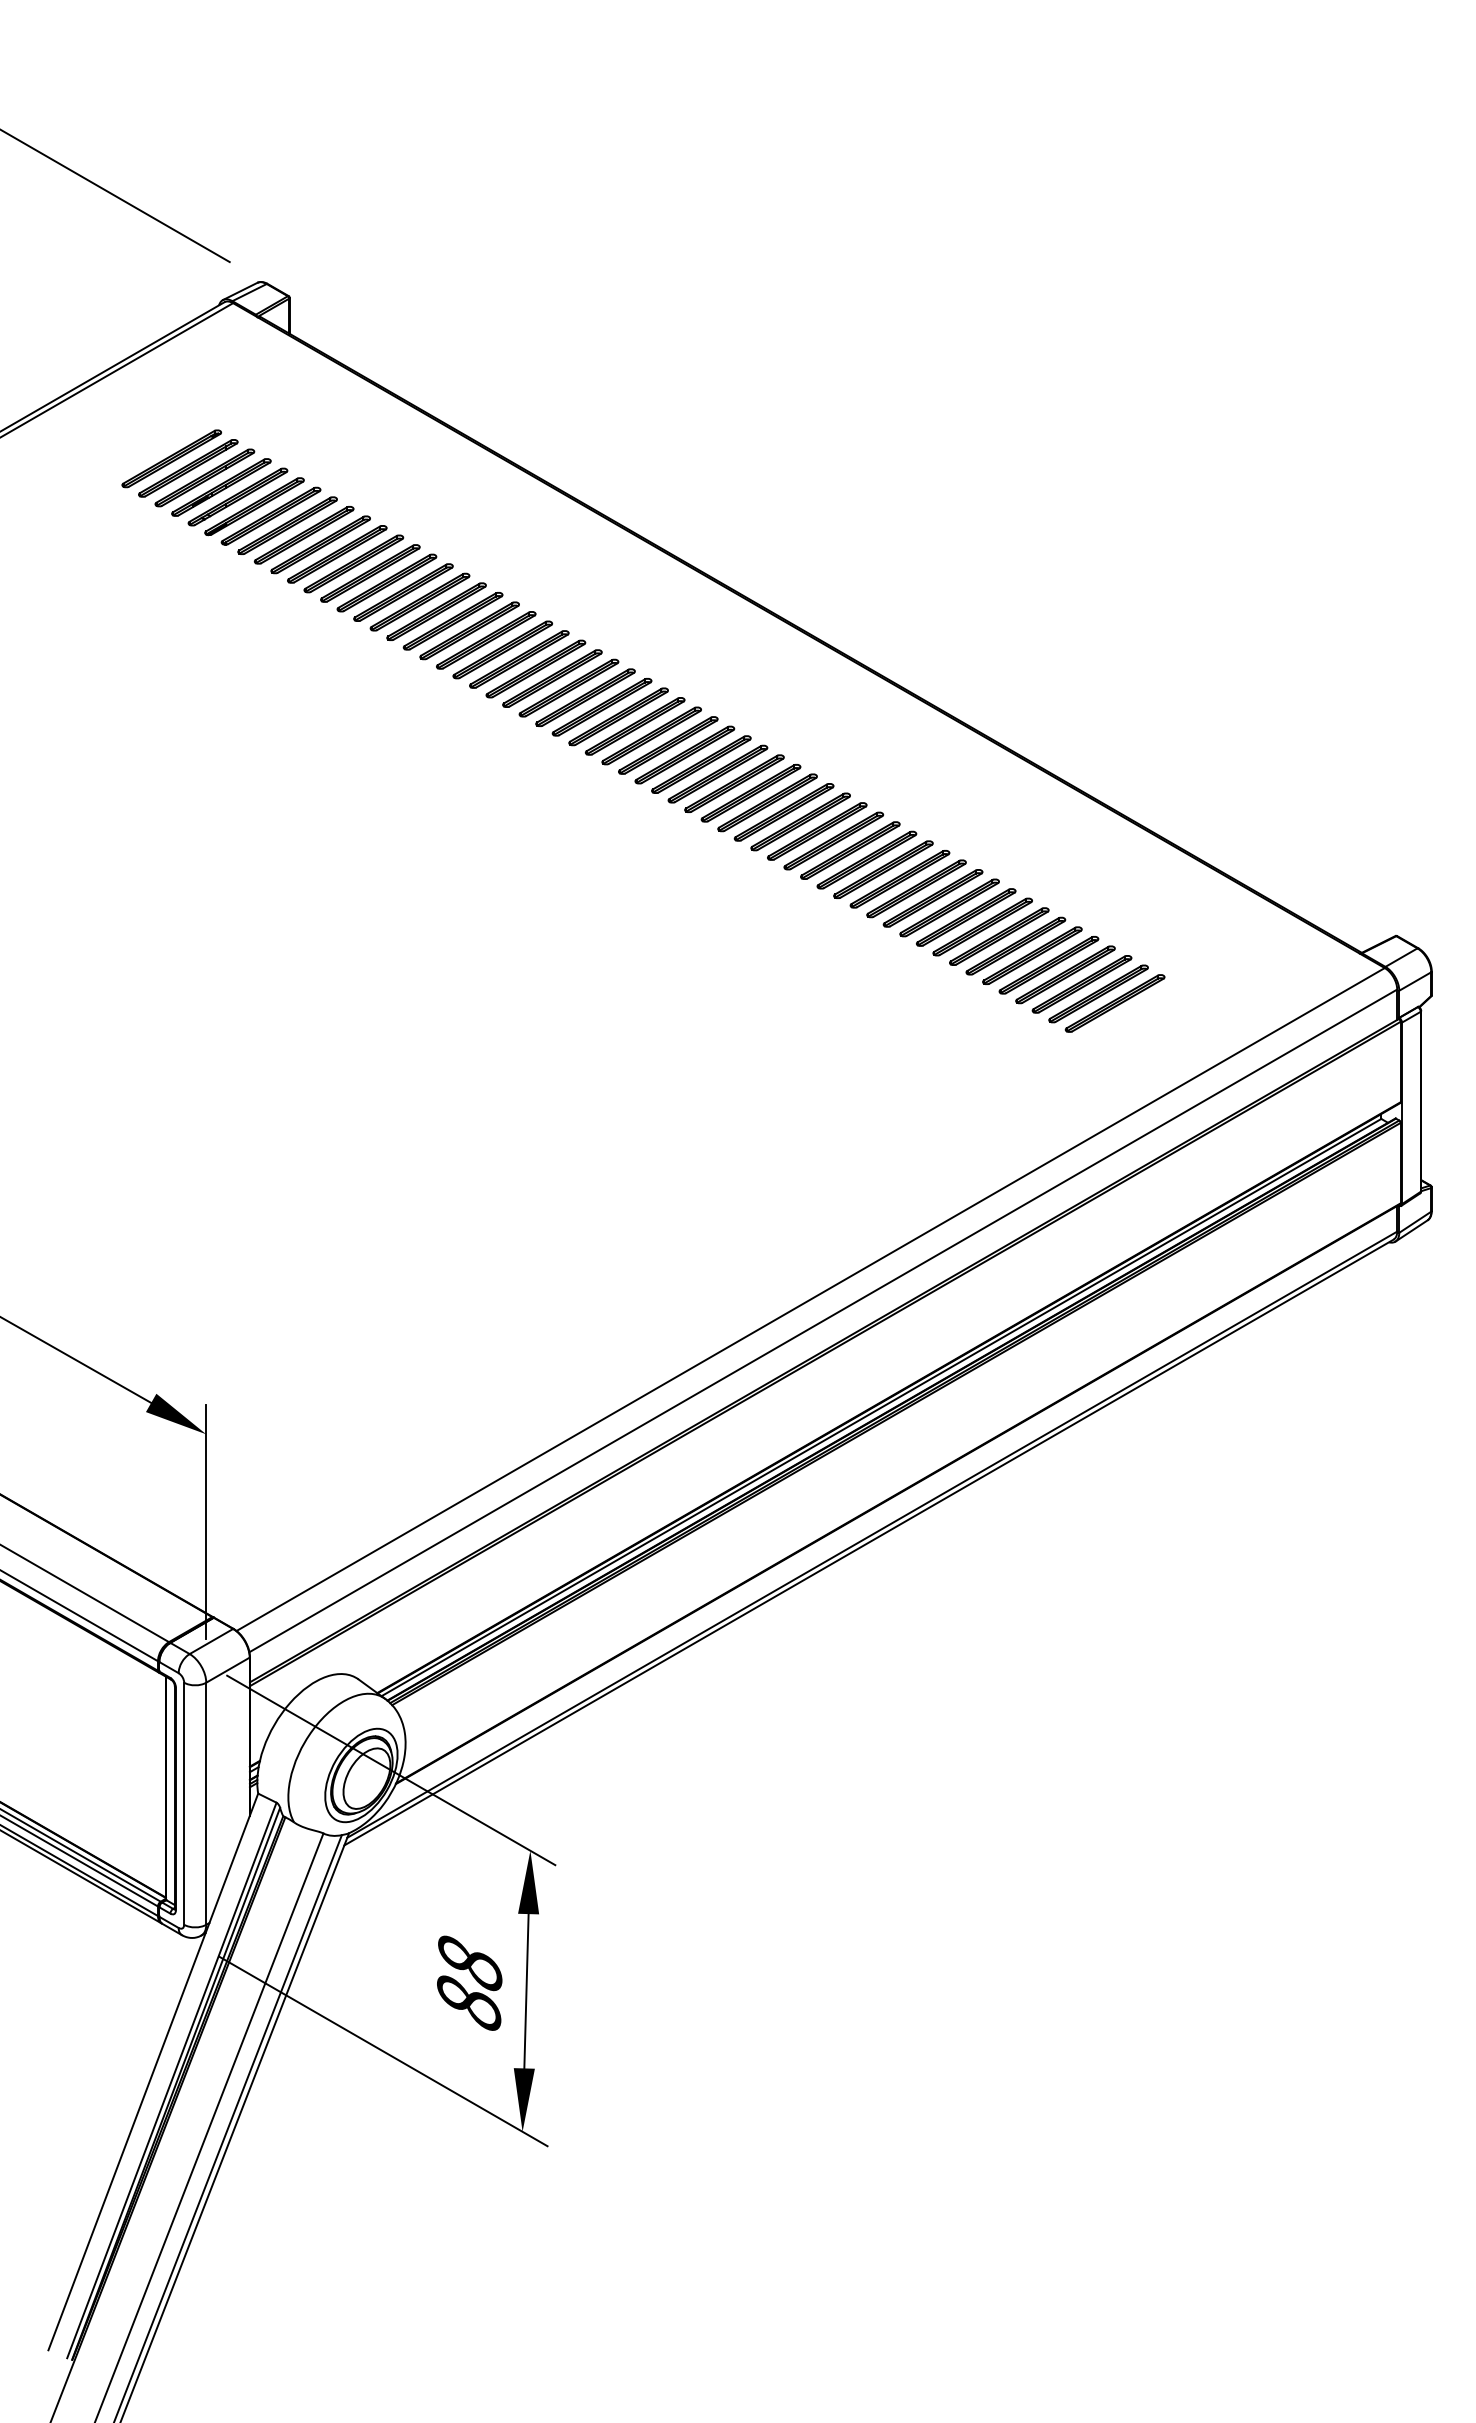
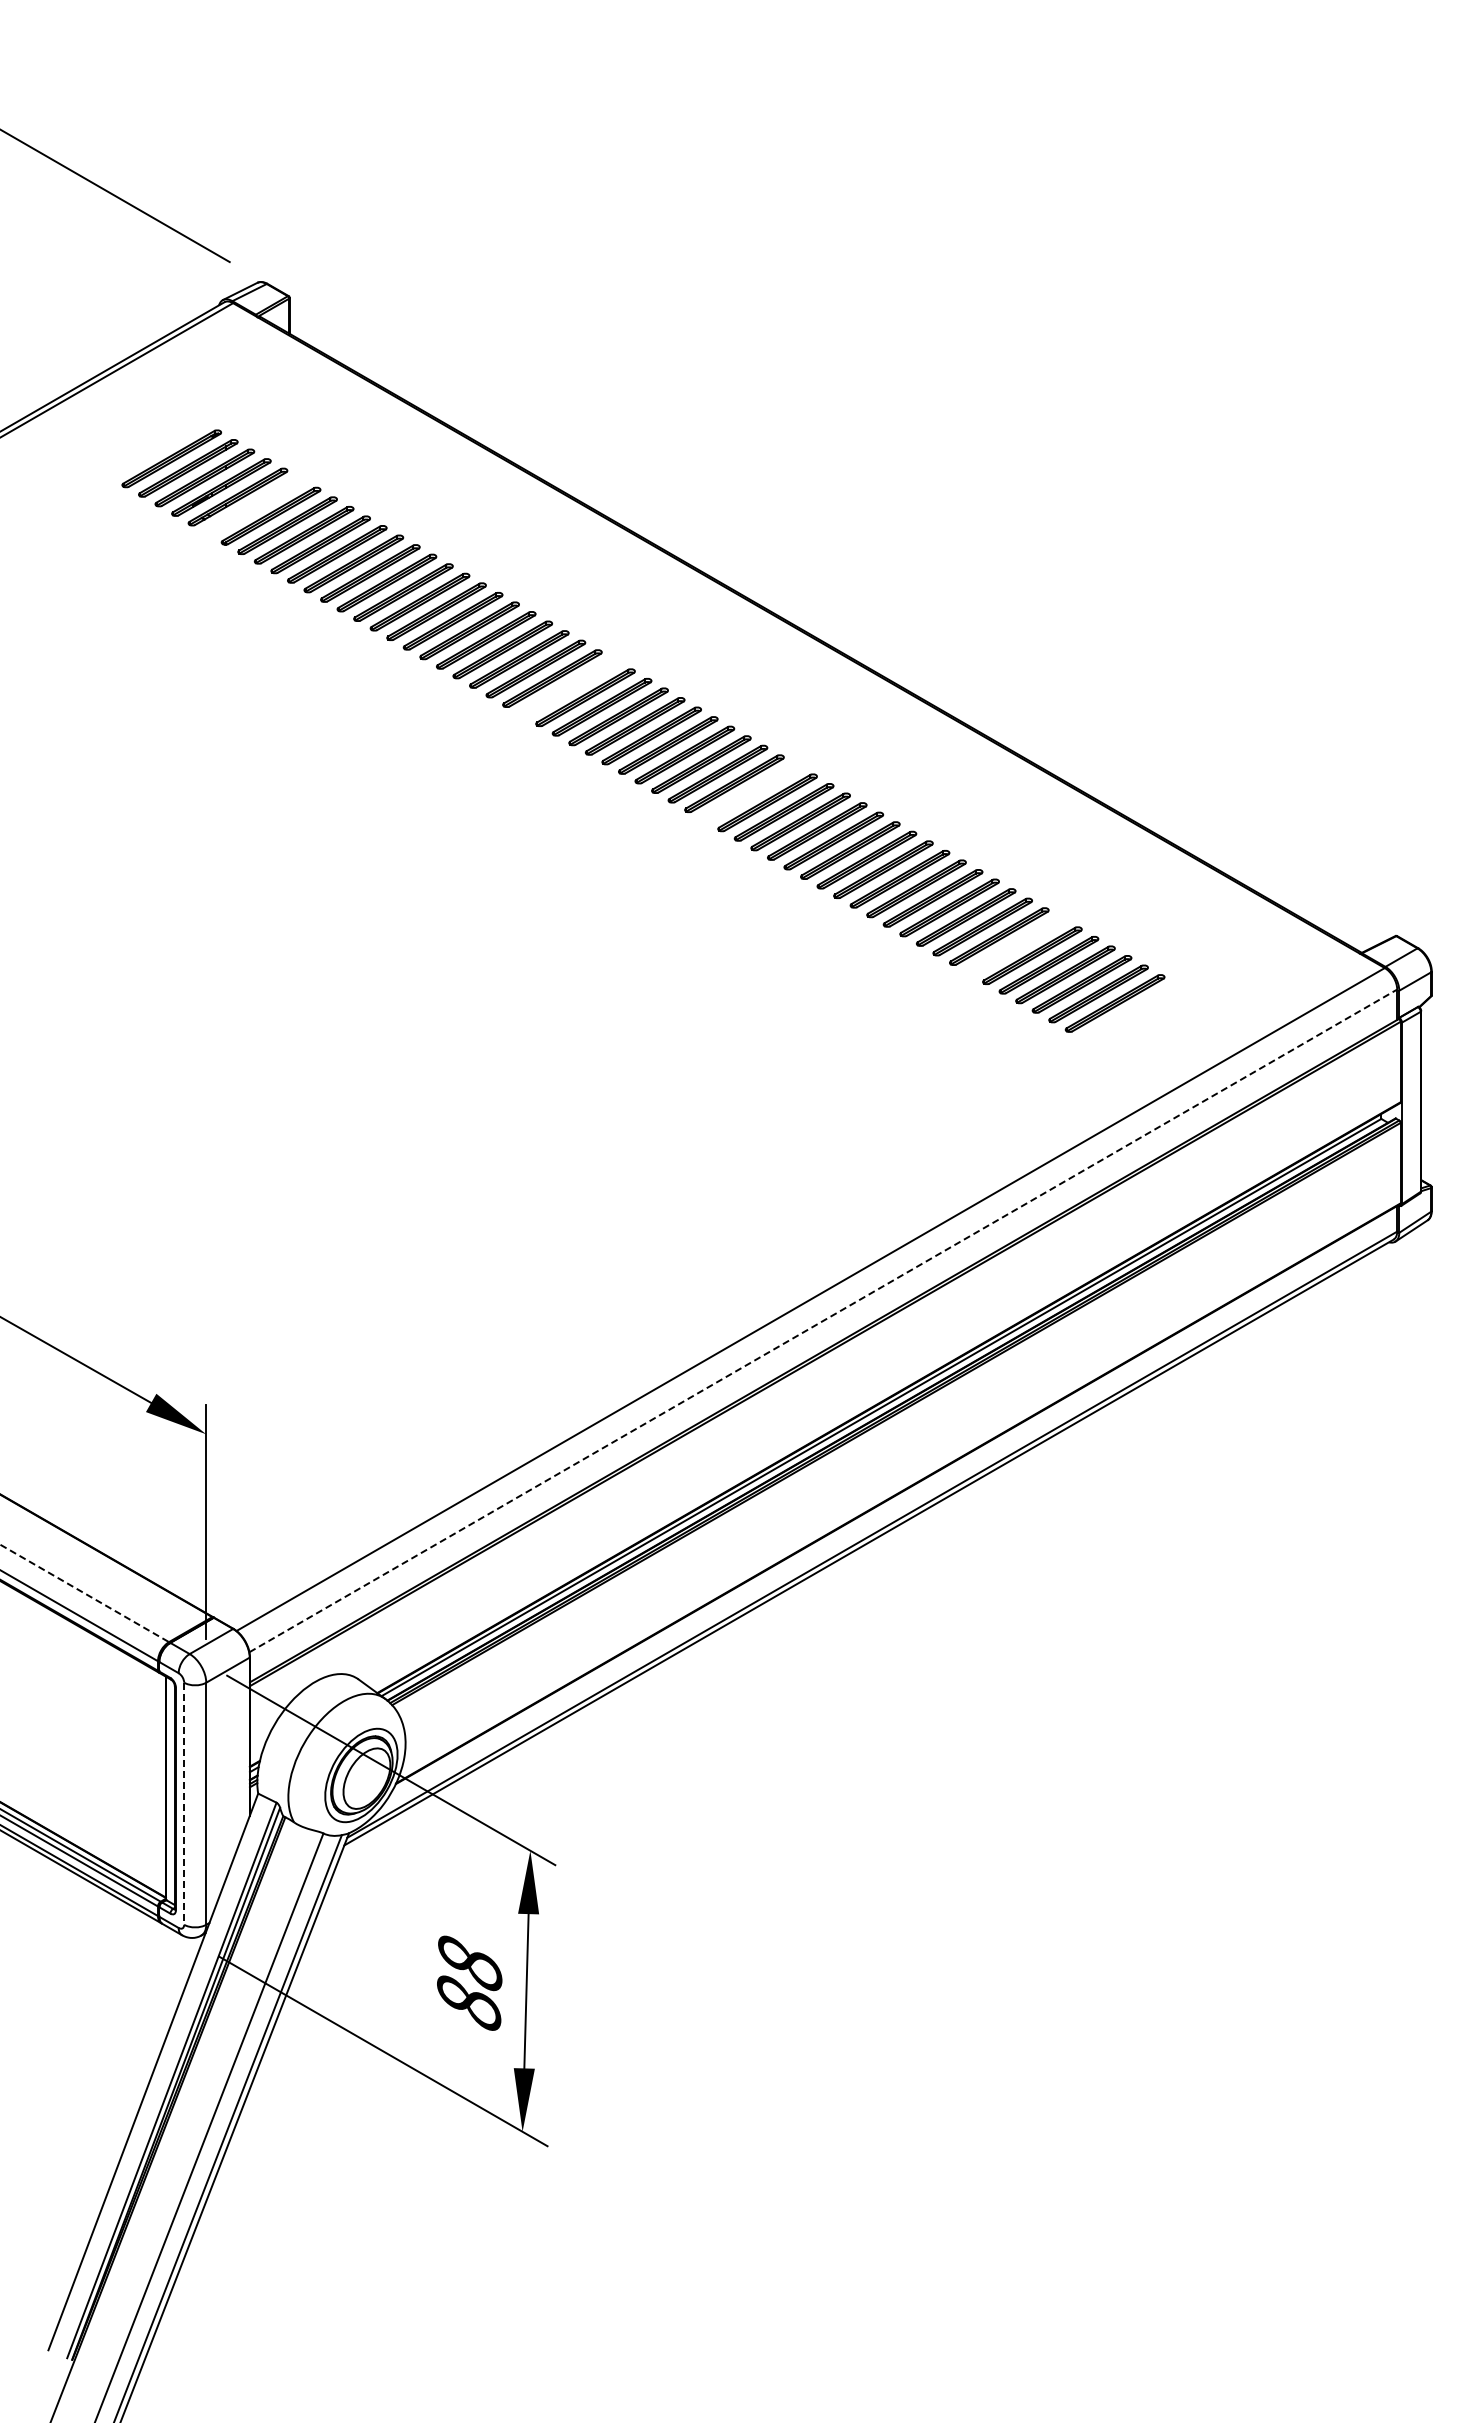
part at (254, 506): present -> none
part at (568, 687): present -> none
part at (750, 793): present -> none
part at (1015, 945): present -> none
line at (823, 1320): solid -> dashed
line at (85, 1593): solid -> dashed
line at (184, 1804): solid -> dashed
